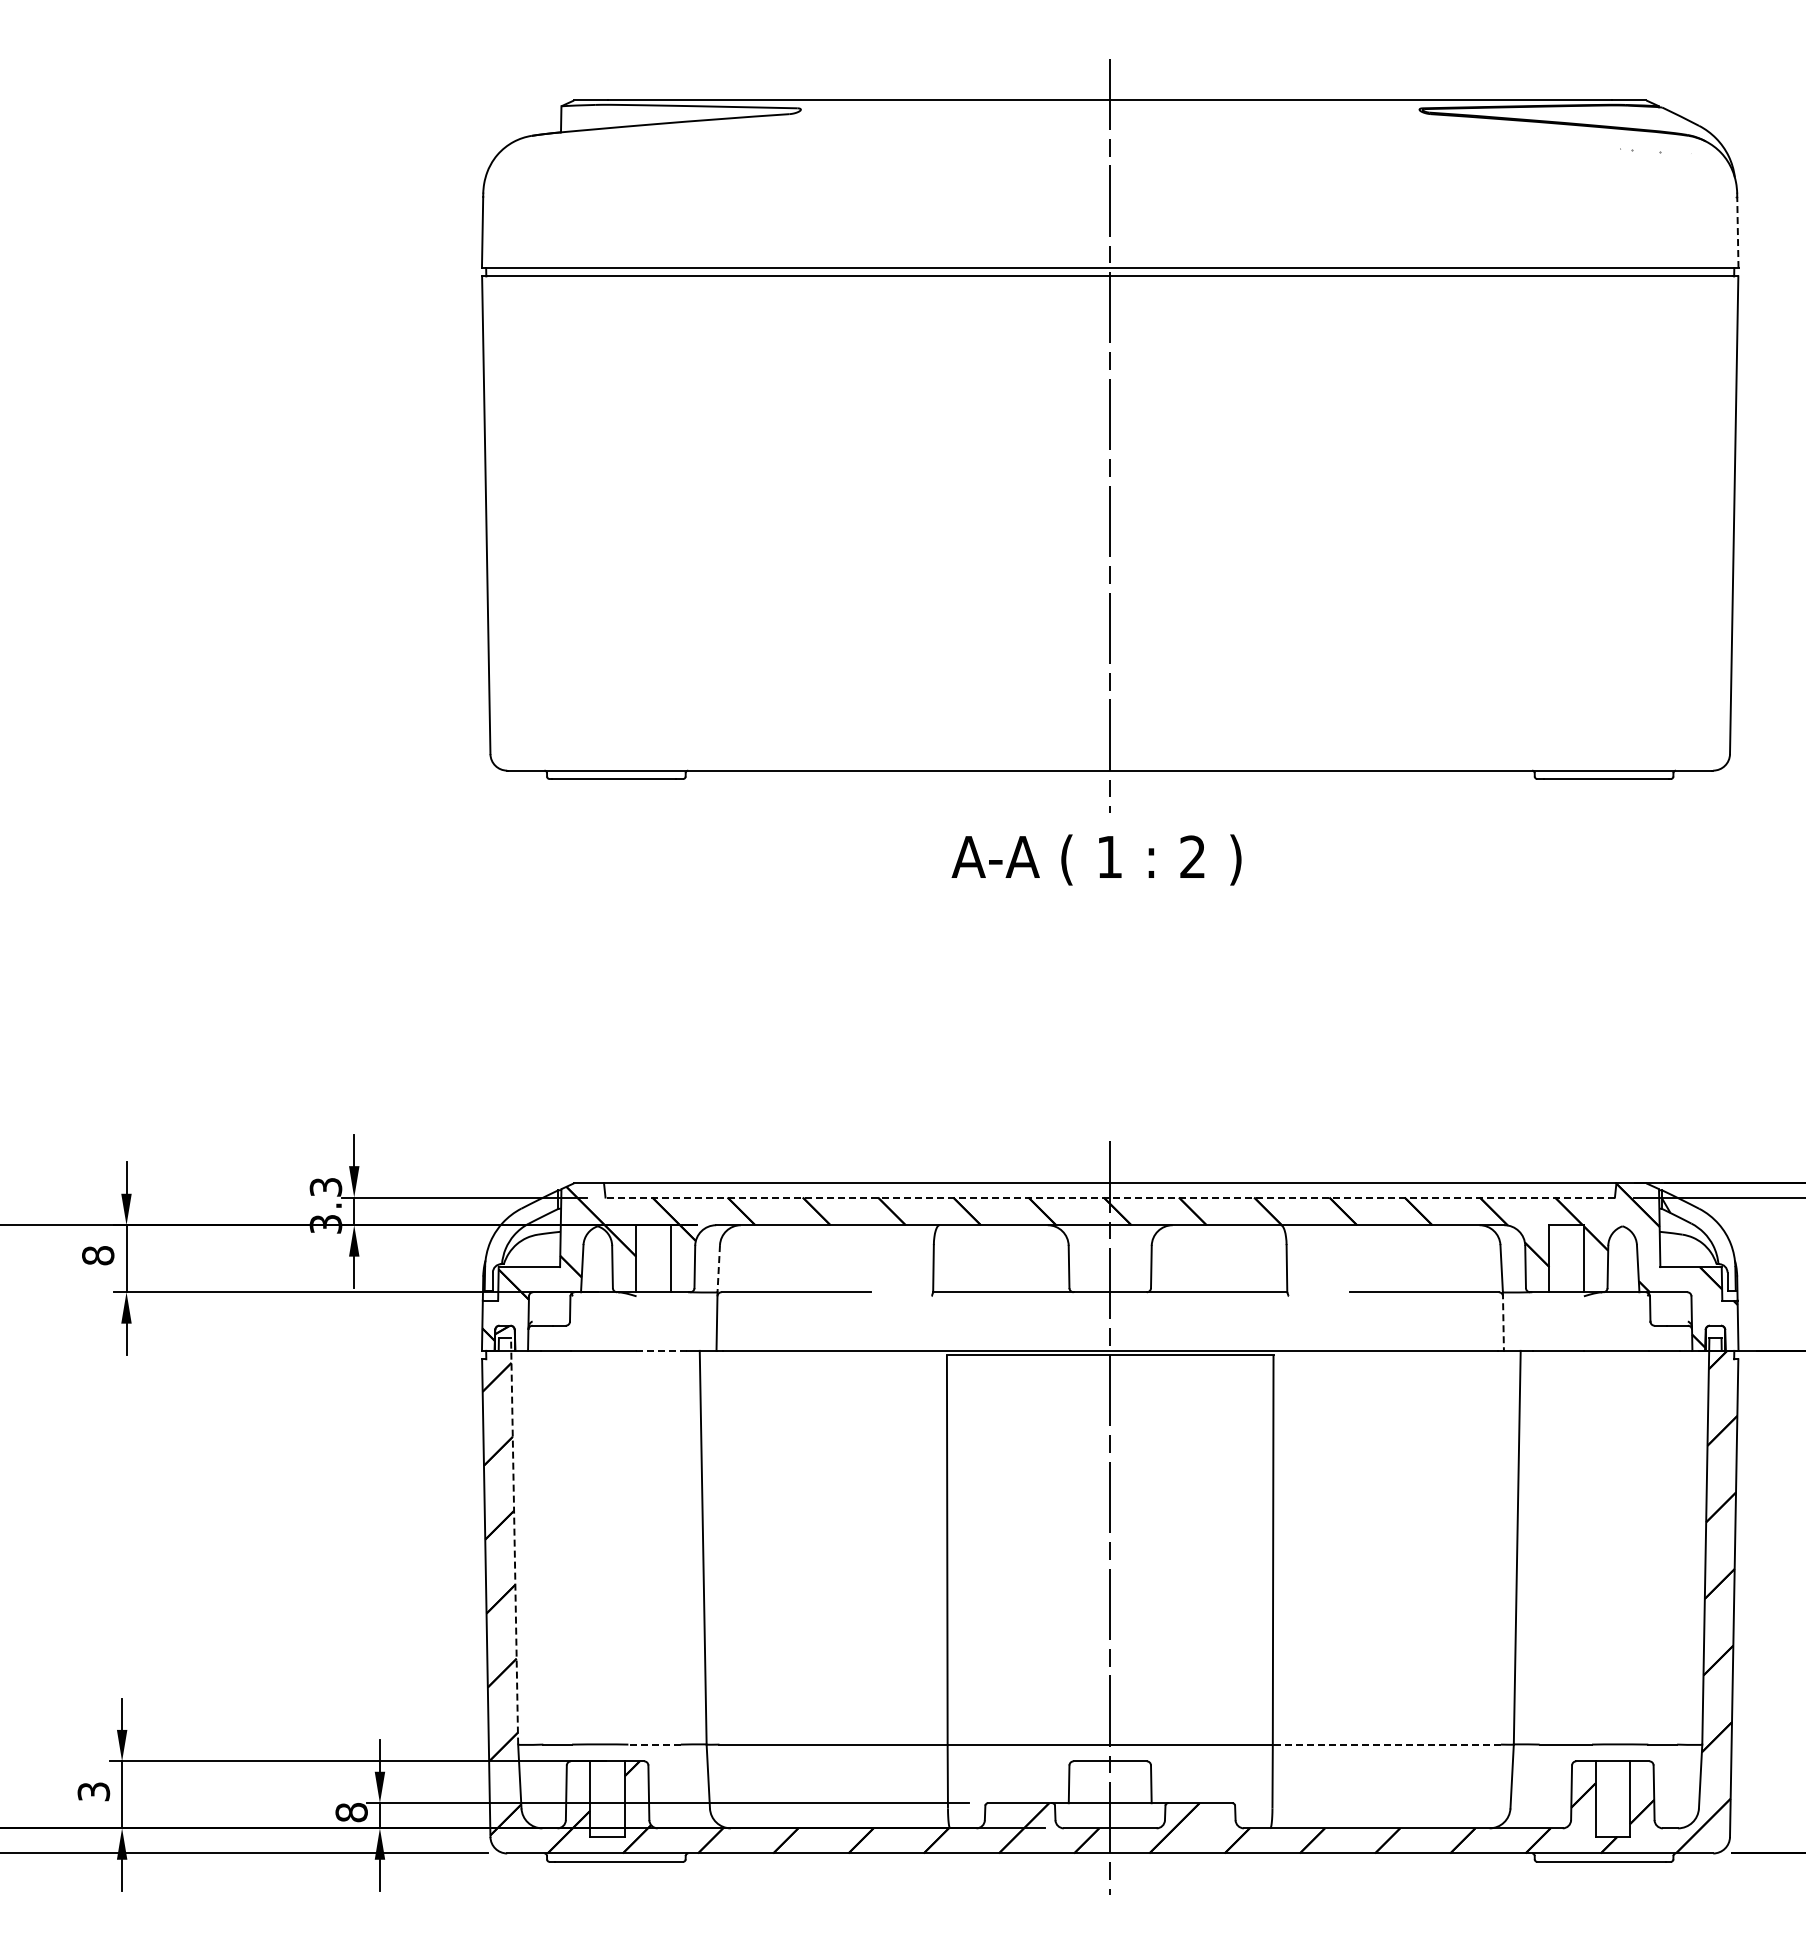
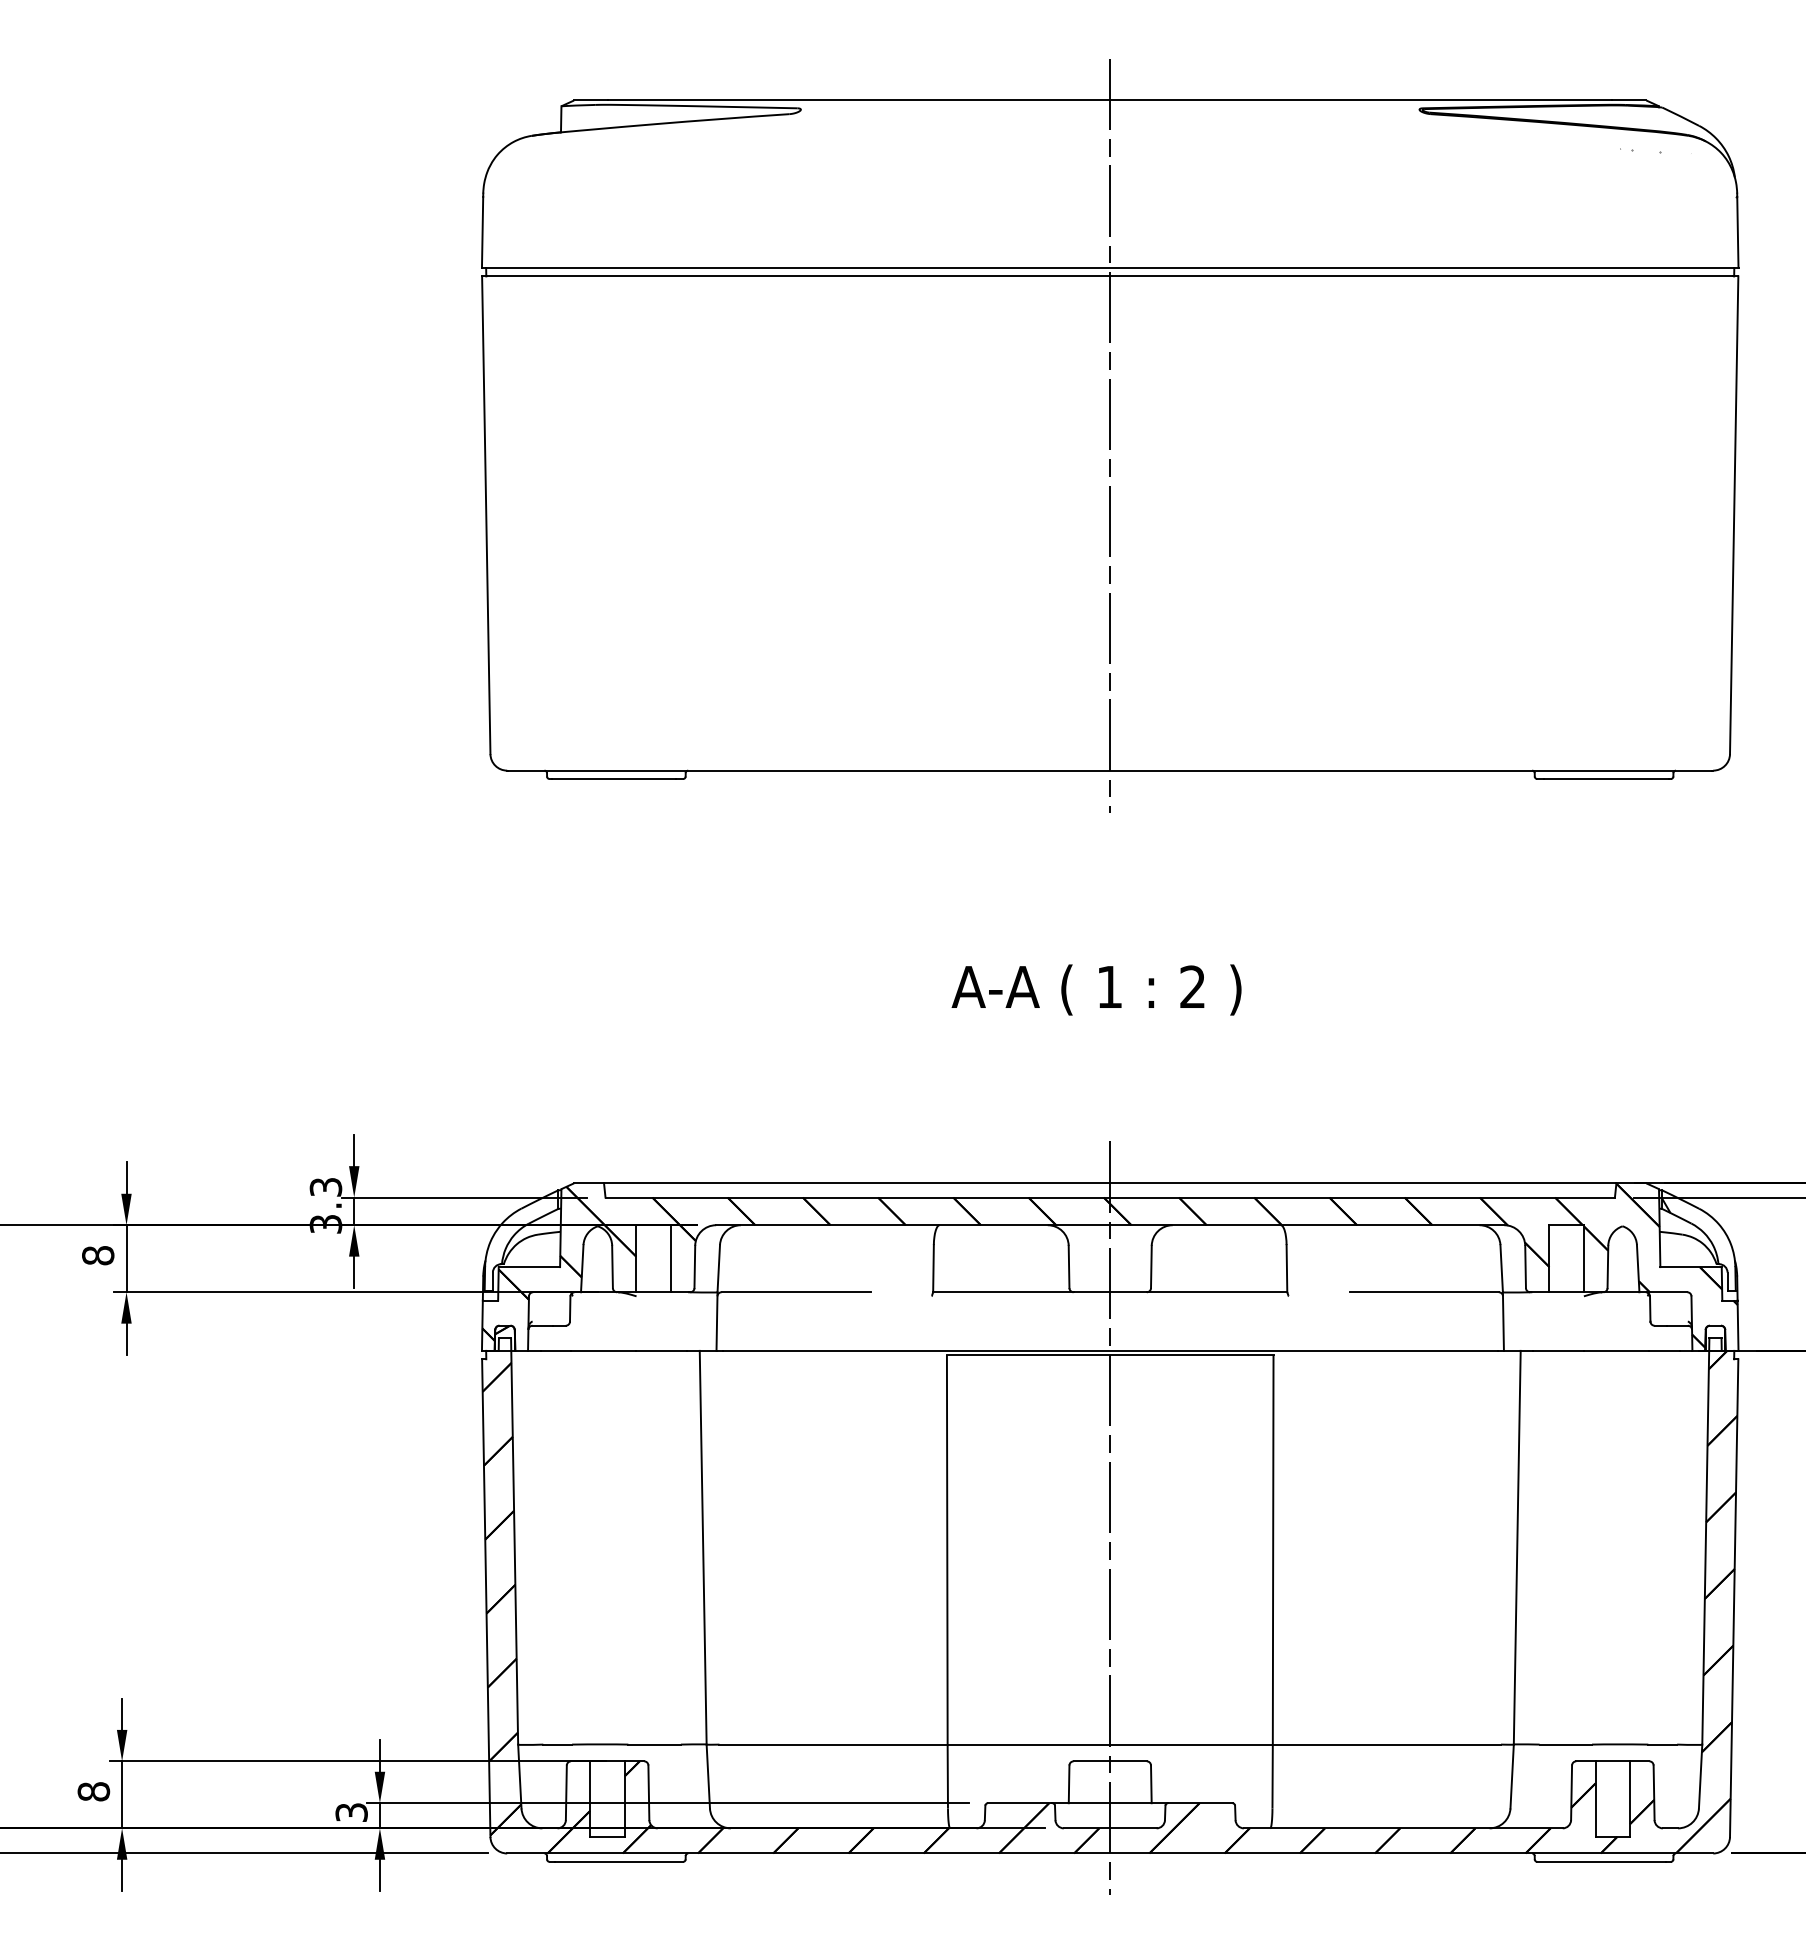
line at (1737, 232): dashed -> solid
text at (1096, 859) position: (1096, 859) -> (1096, 989)
line at (1110, 1197): dashed -> solid
line at (718, 1268): dashed -> solid
line at (1503, 1322): dashed -> solid
line at (661, 1350): dashed -> solid
line at (514, 1540): dashed -> solid
line at (654, 1744): dashed -> solid
line at (1386, 1744): dashed -> solid
text at (93, 1791): 3 -> 8
text at (351, 1812): 8 -> 3
